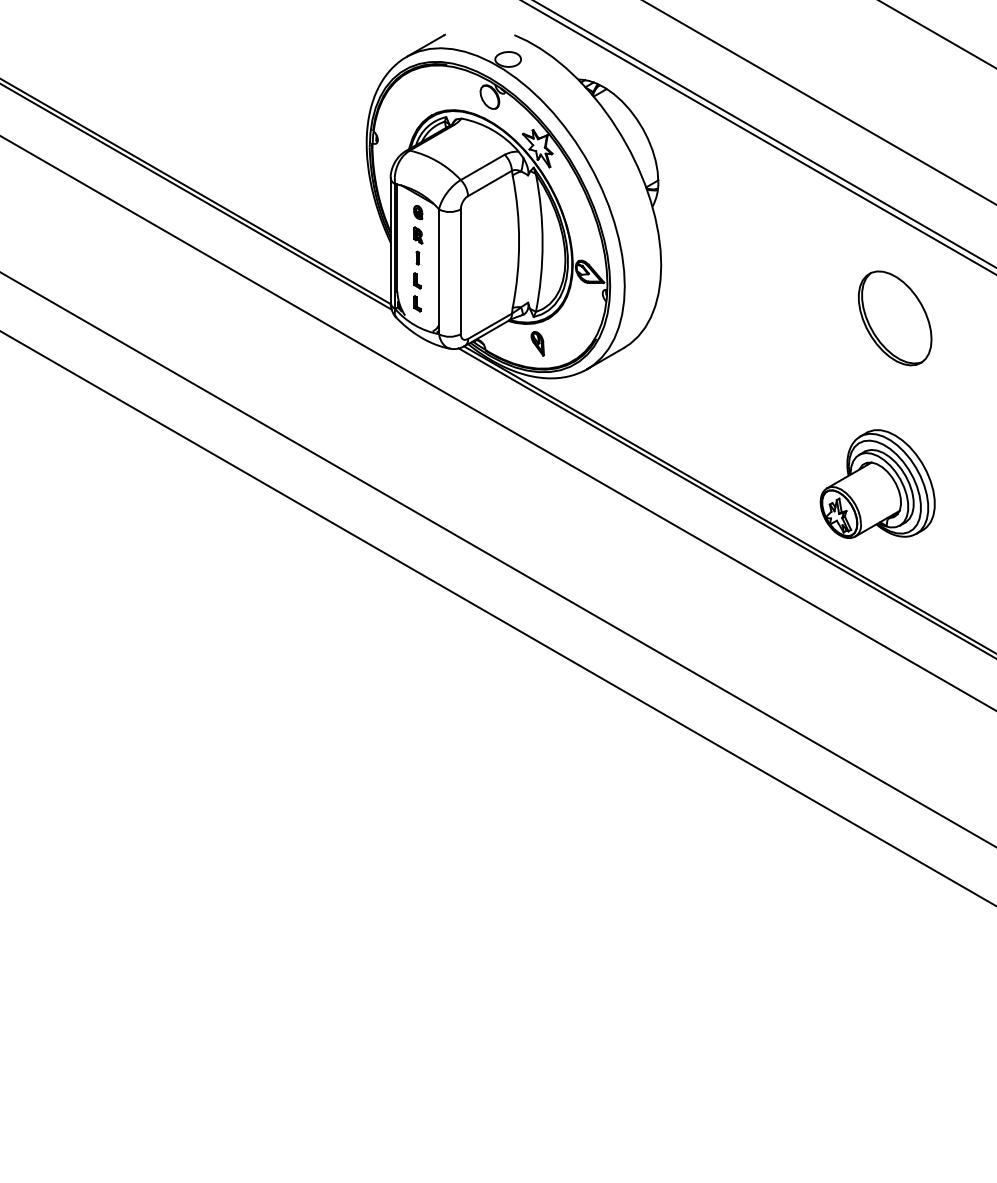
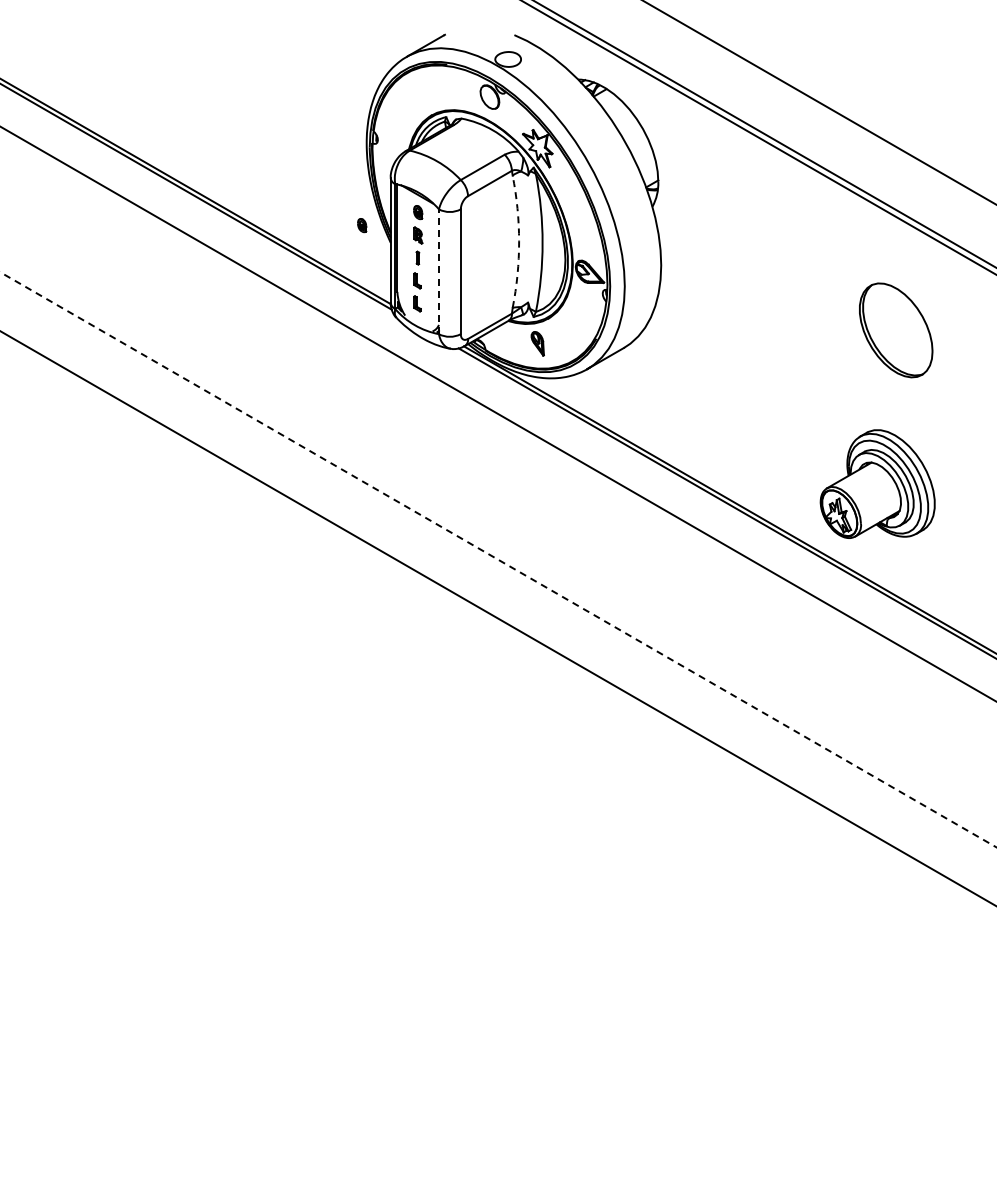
line at (937, 34): present -> none
part at (362, 225): none -> present
arc at (519, 241): solid -> dashed
line at (438, 271): solid -> dashed
part at (895, 318) position: (895, 318) -> (896, 330)
line at (497, 423) position: (497, 423) -> (497, 413)
line at (498, 559): solid -> dashed
